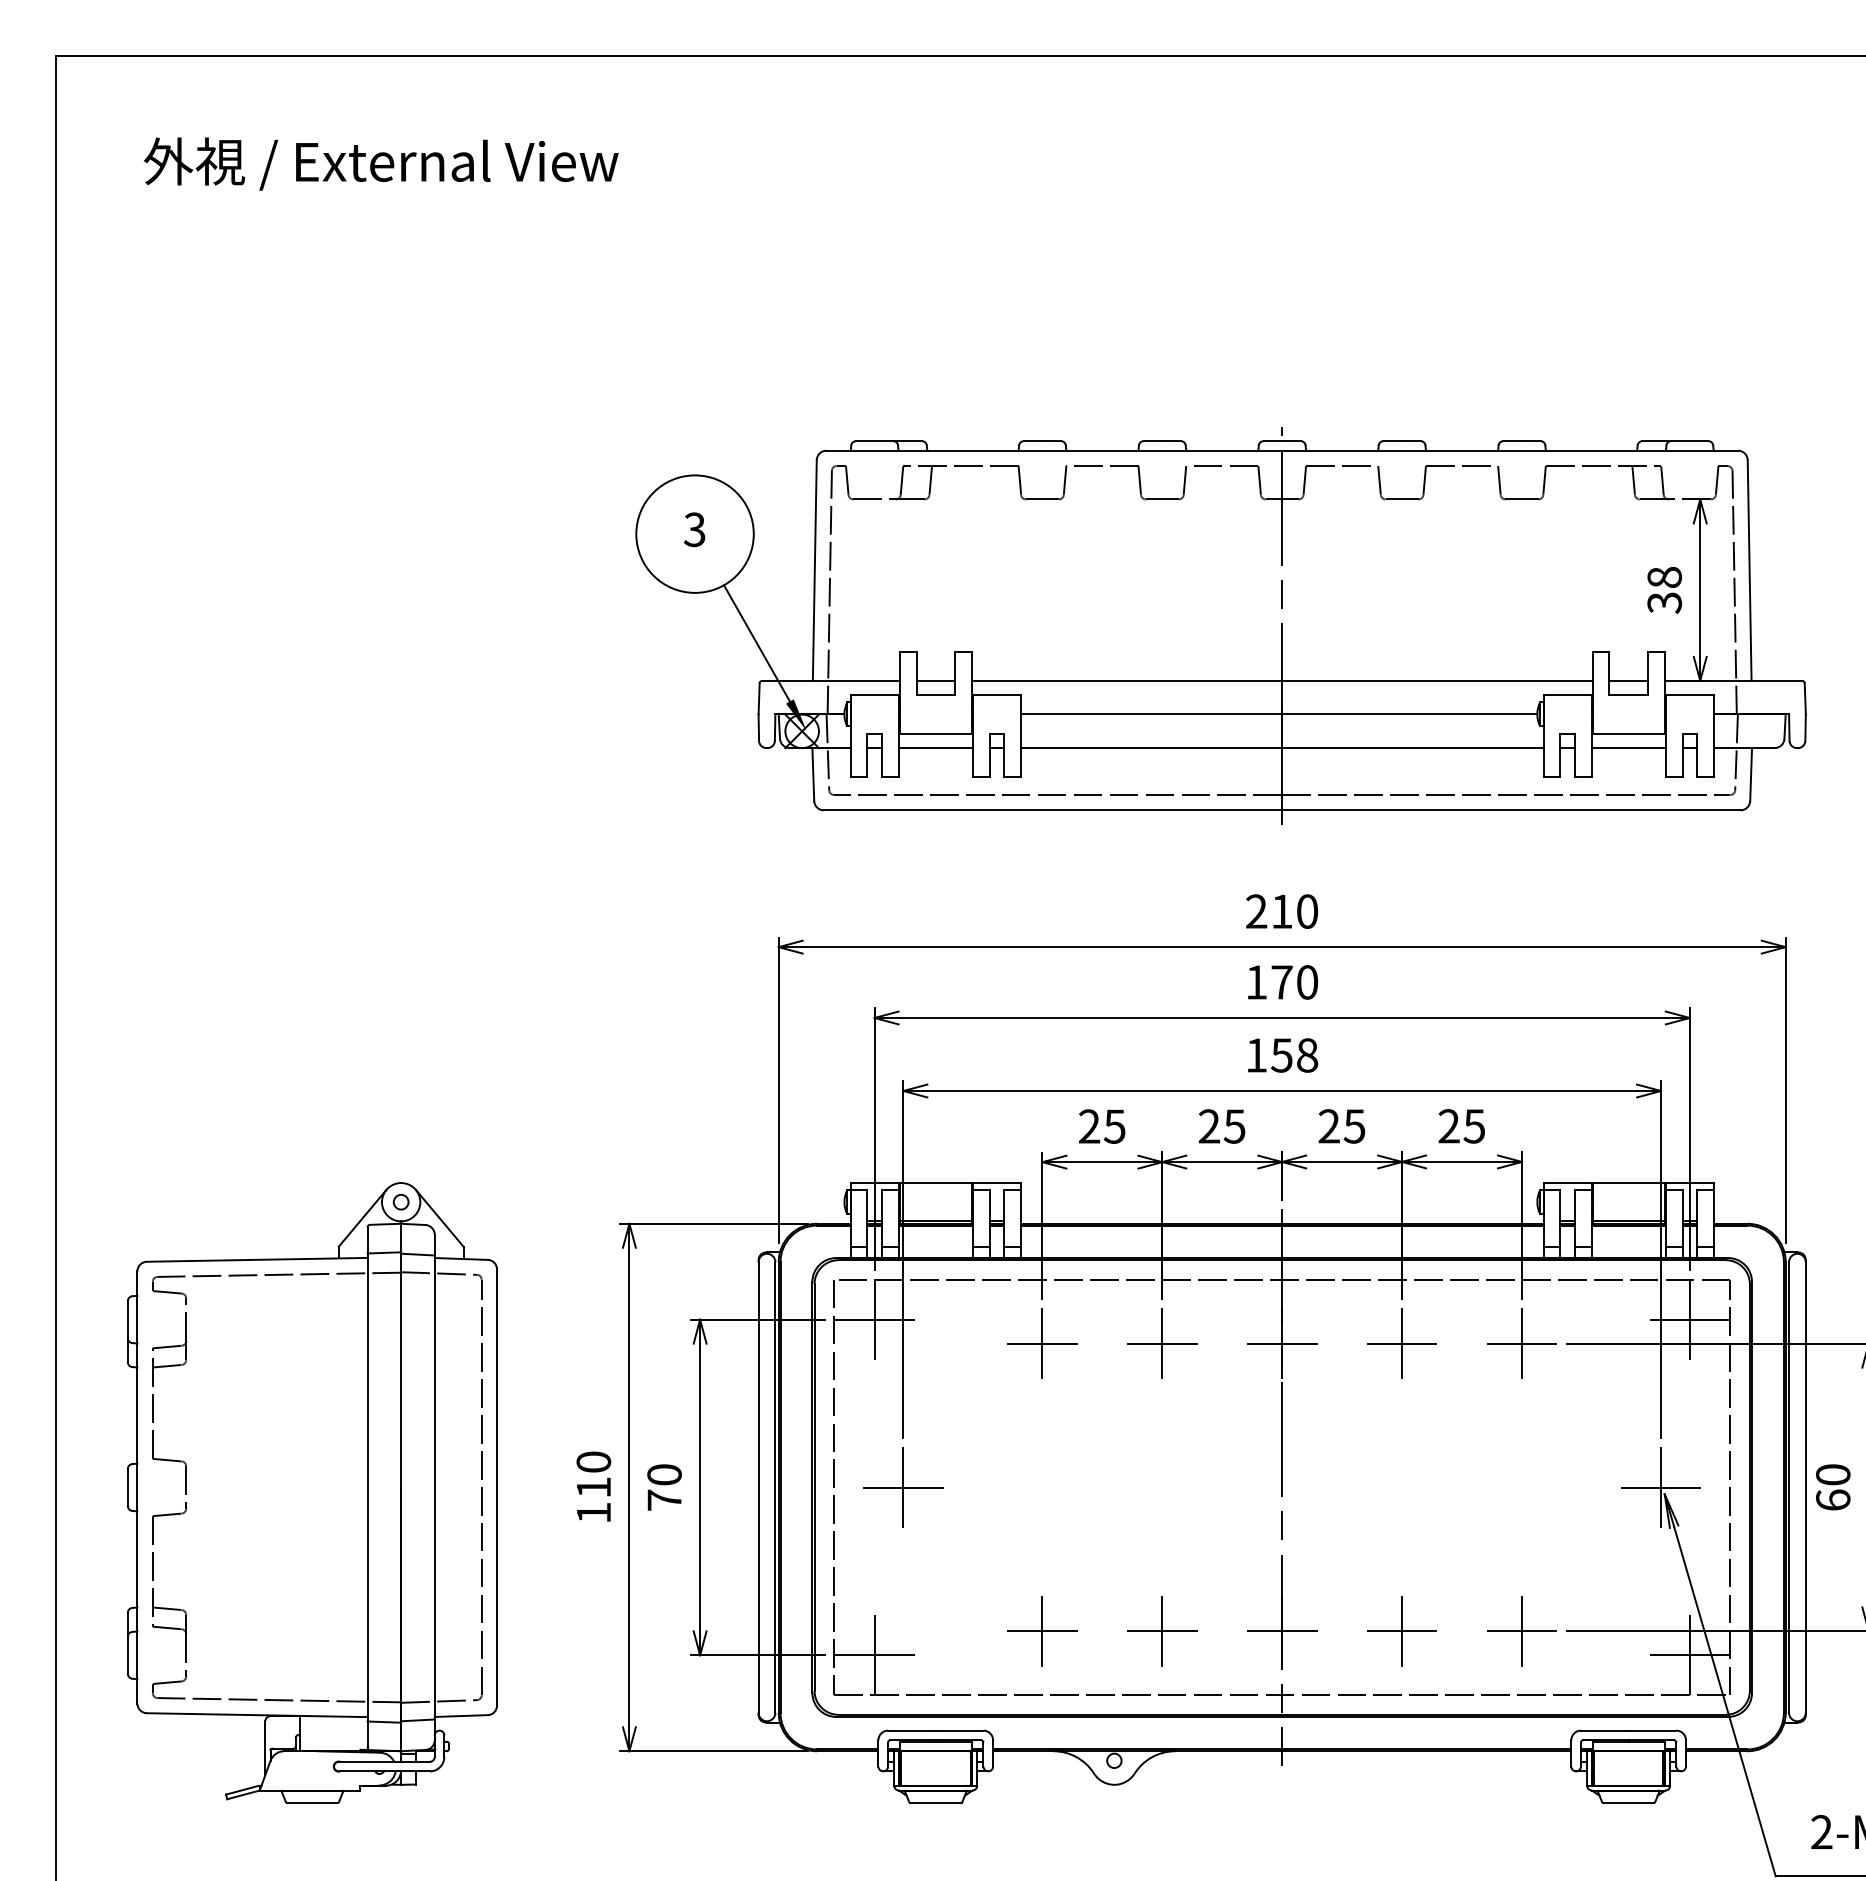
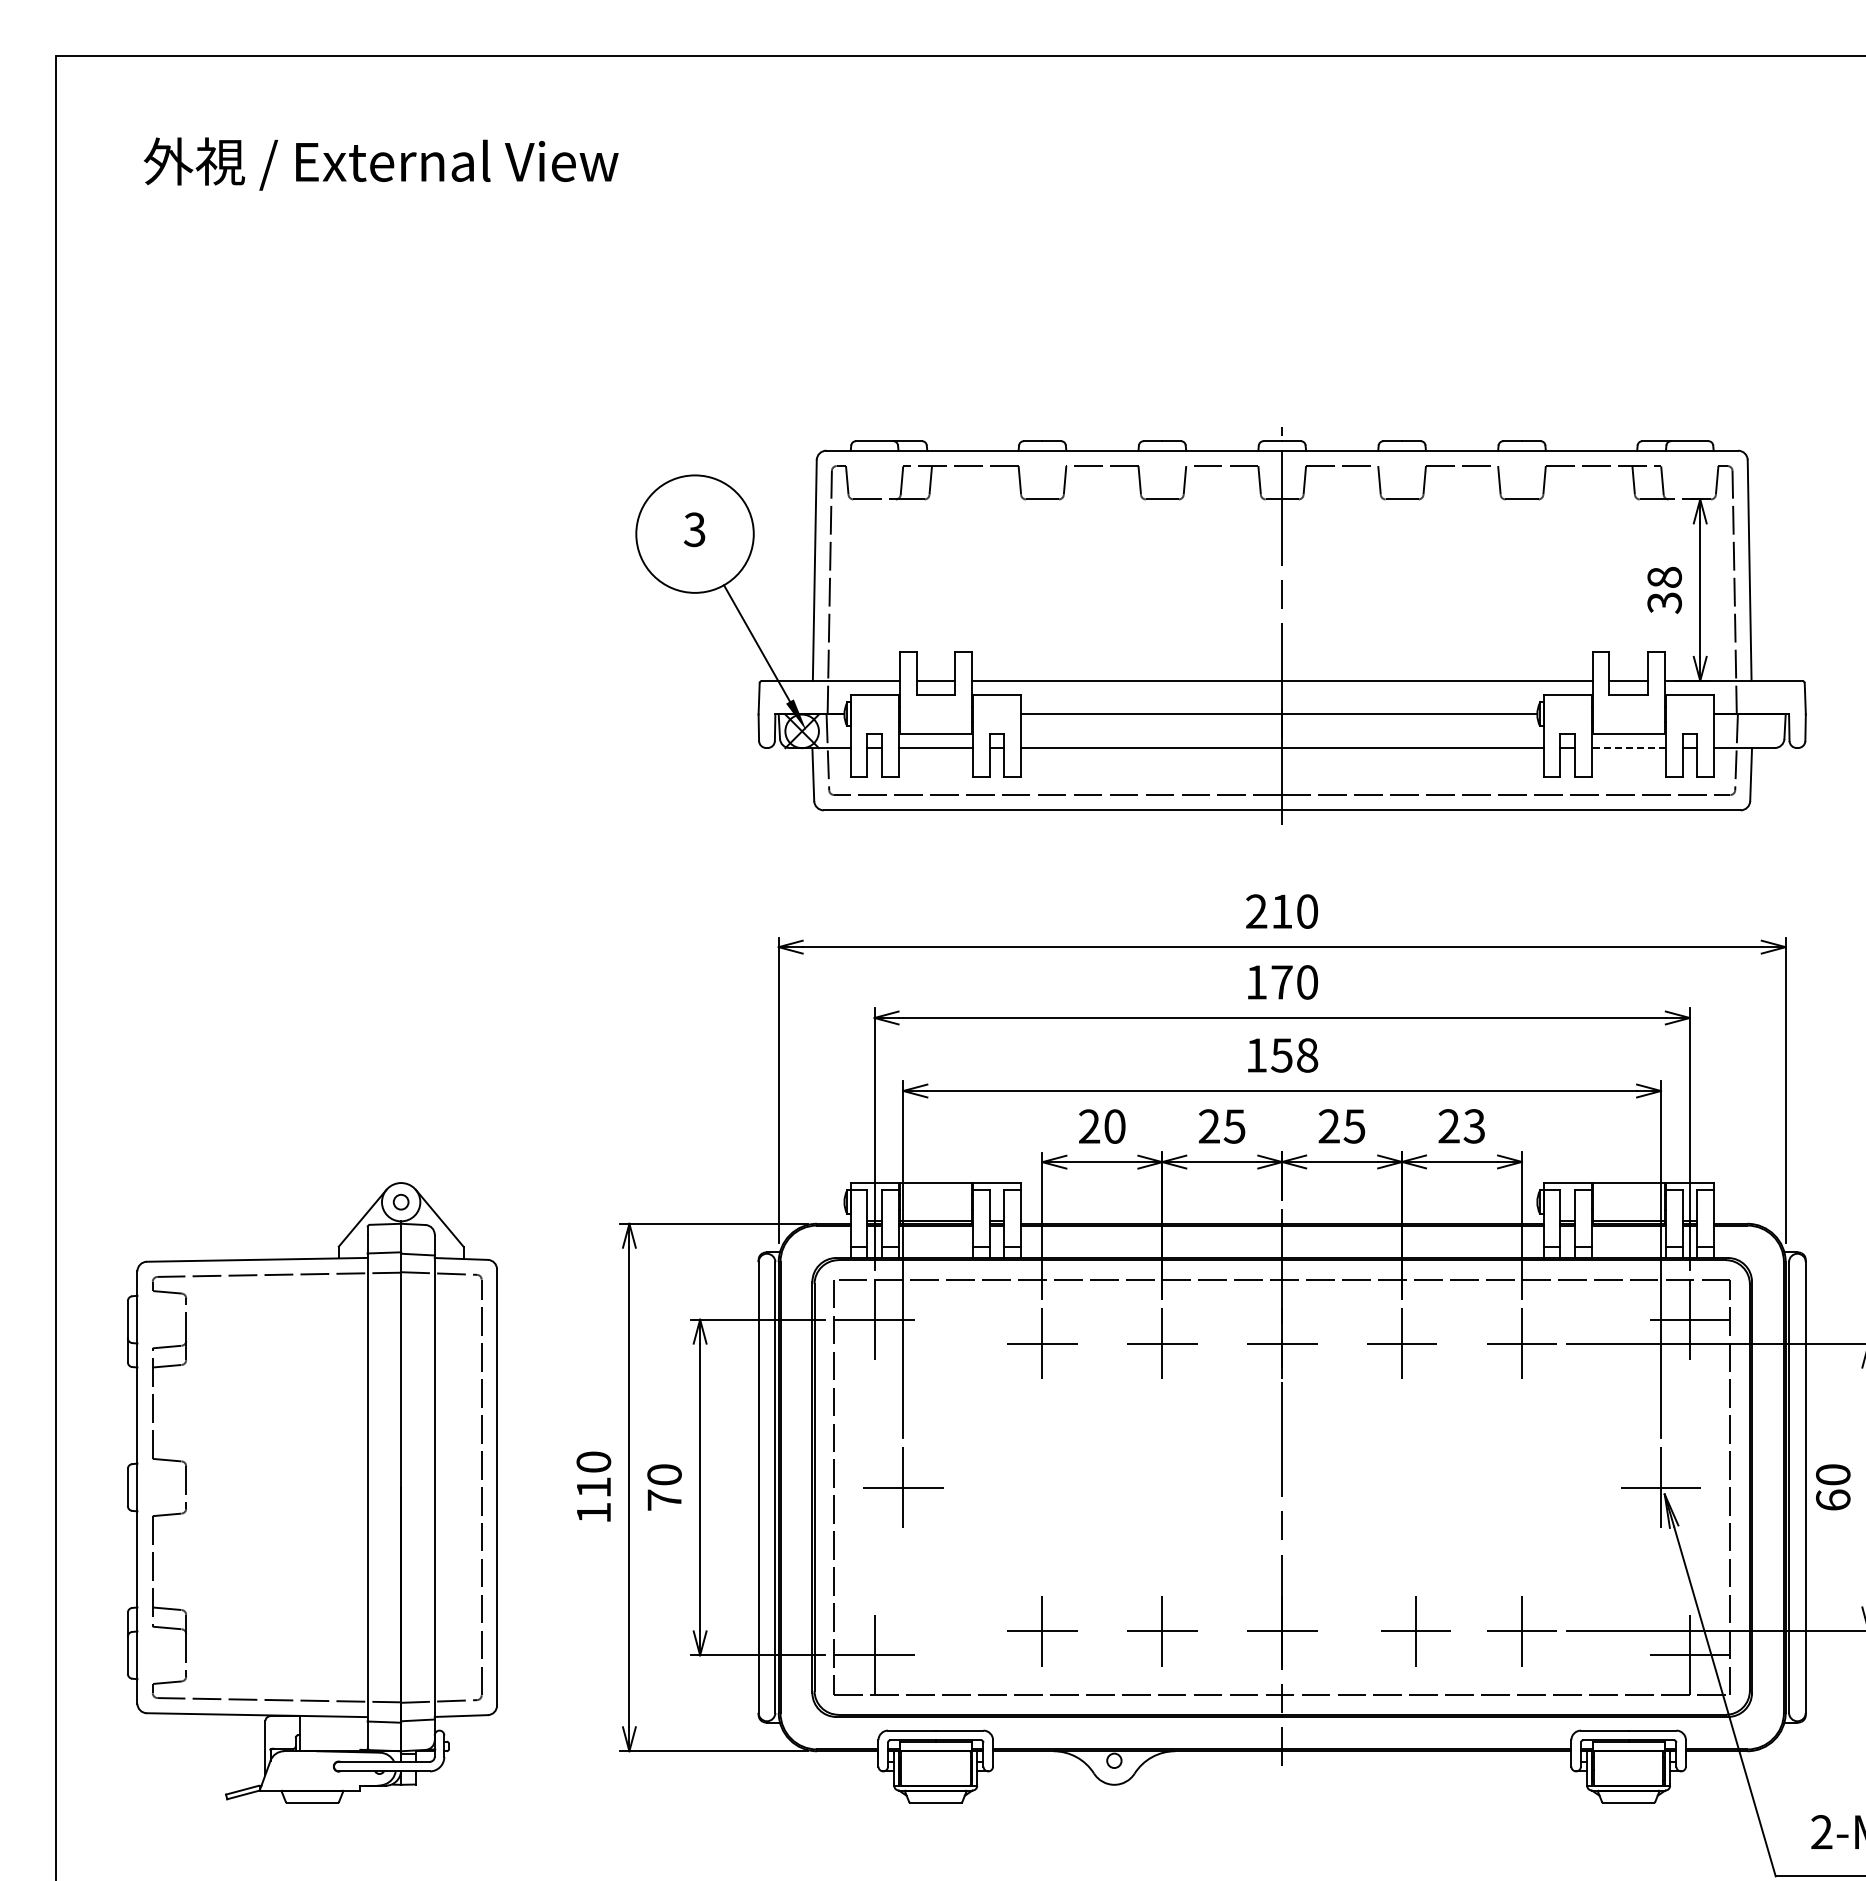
line at (1628, 748): solid -> dashed
text at (1114, 1126): 25 -> 20
text at (1473, 1126): 25 -> 23
part at (1401, 1631) position: (1401, 1631) -> (1415, 1631)
